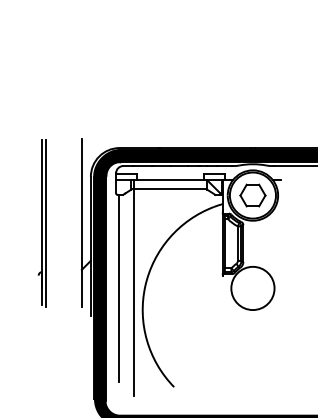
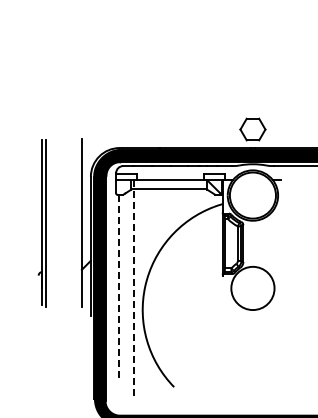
part at (252, 195) position: (252, 195) -> (252, 129)
line at (119, 288): solid -> dashed
line at (133, 288): solid -> dashed
